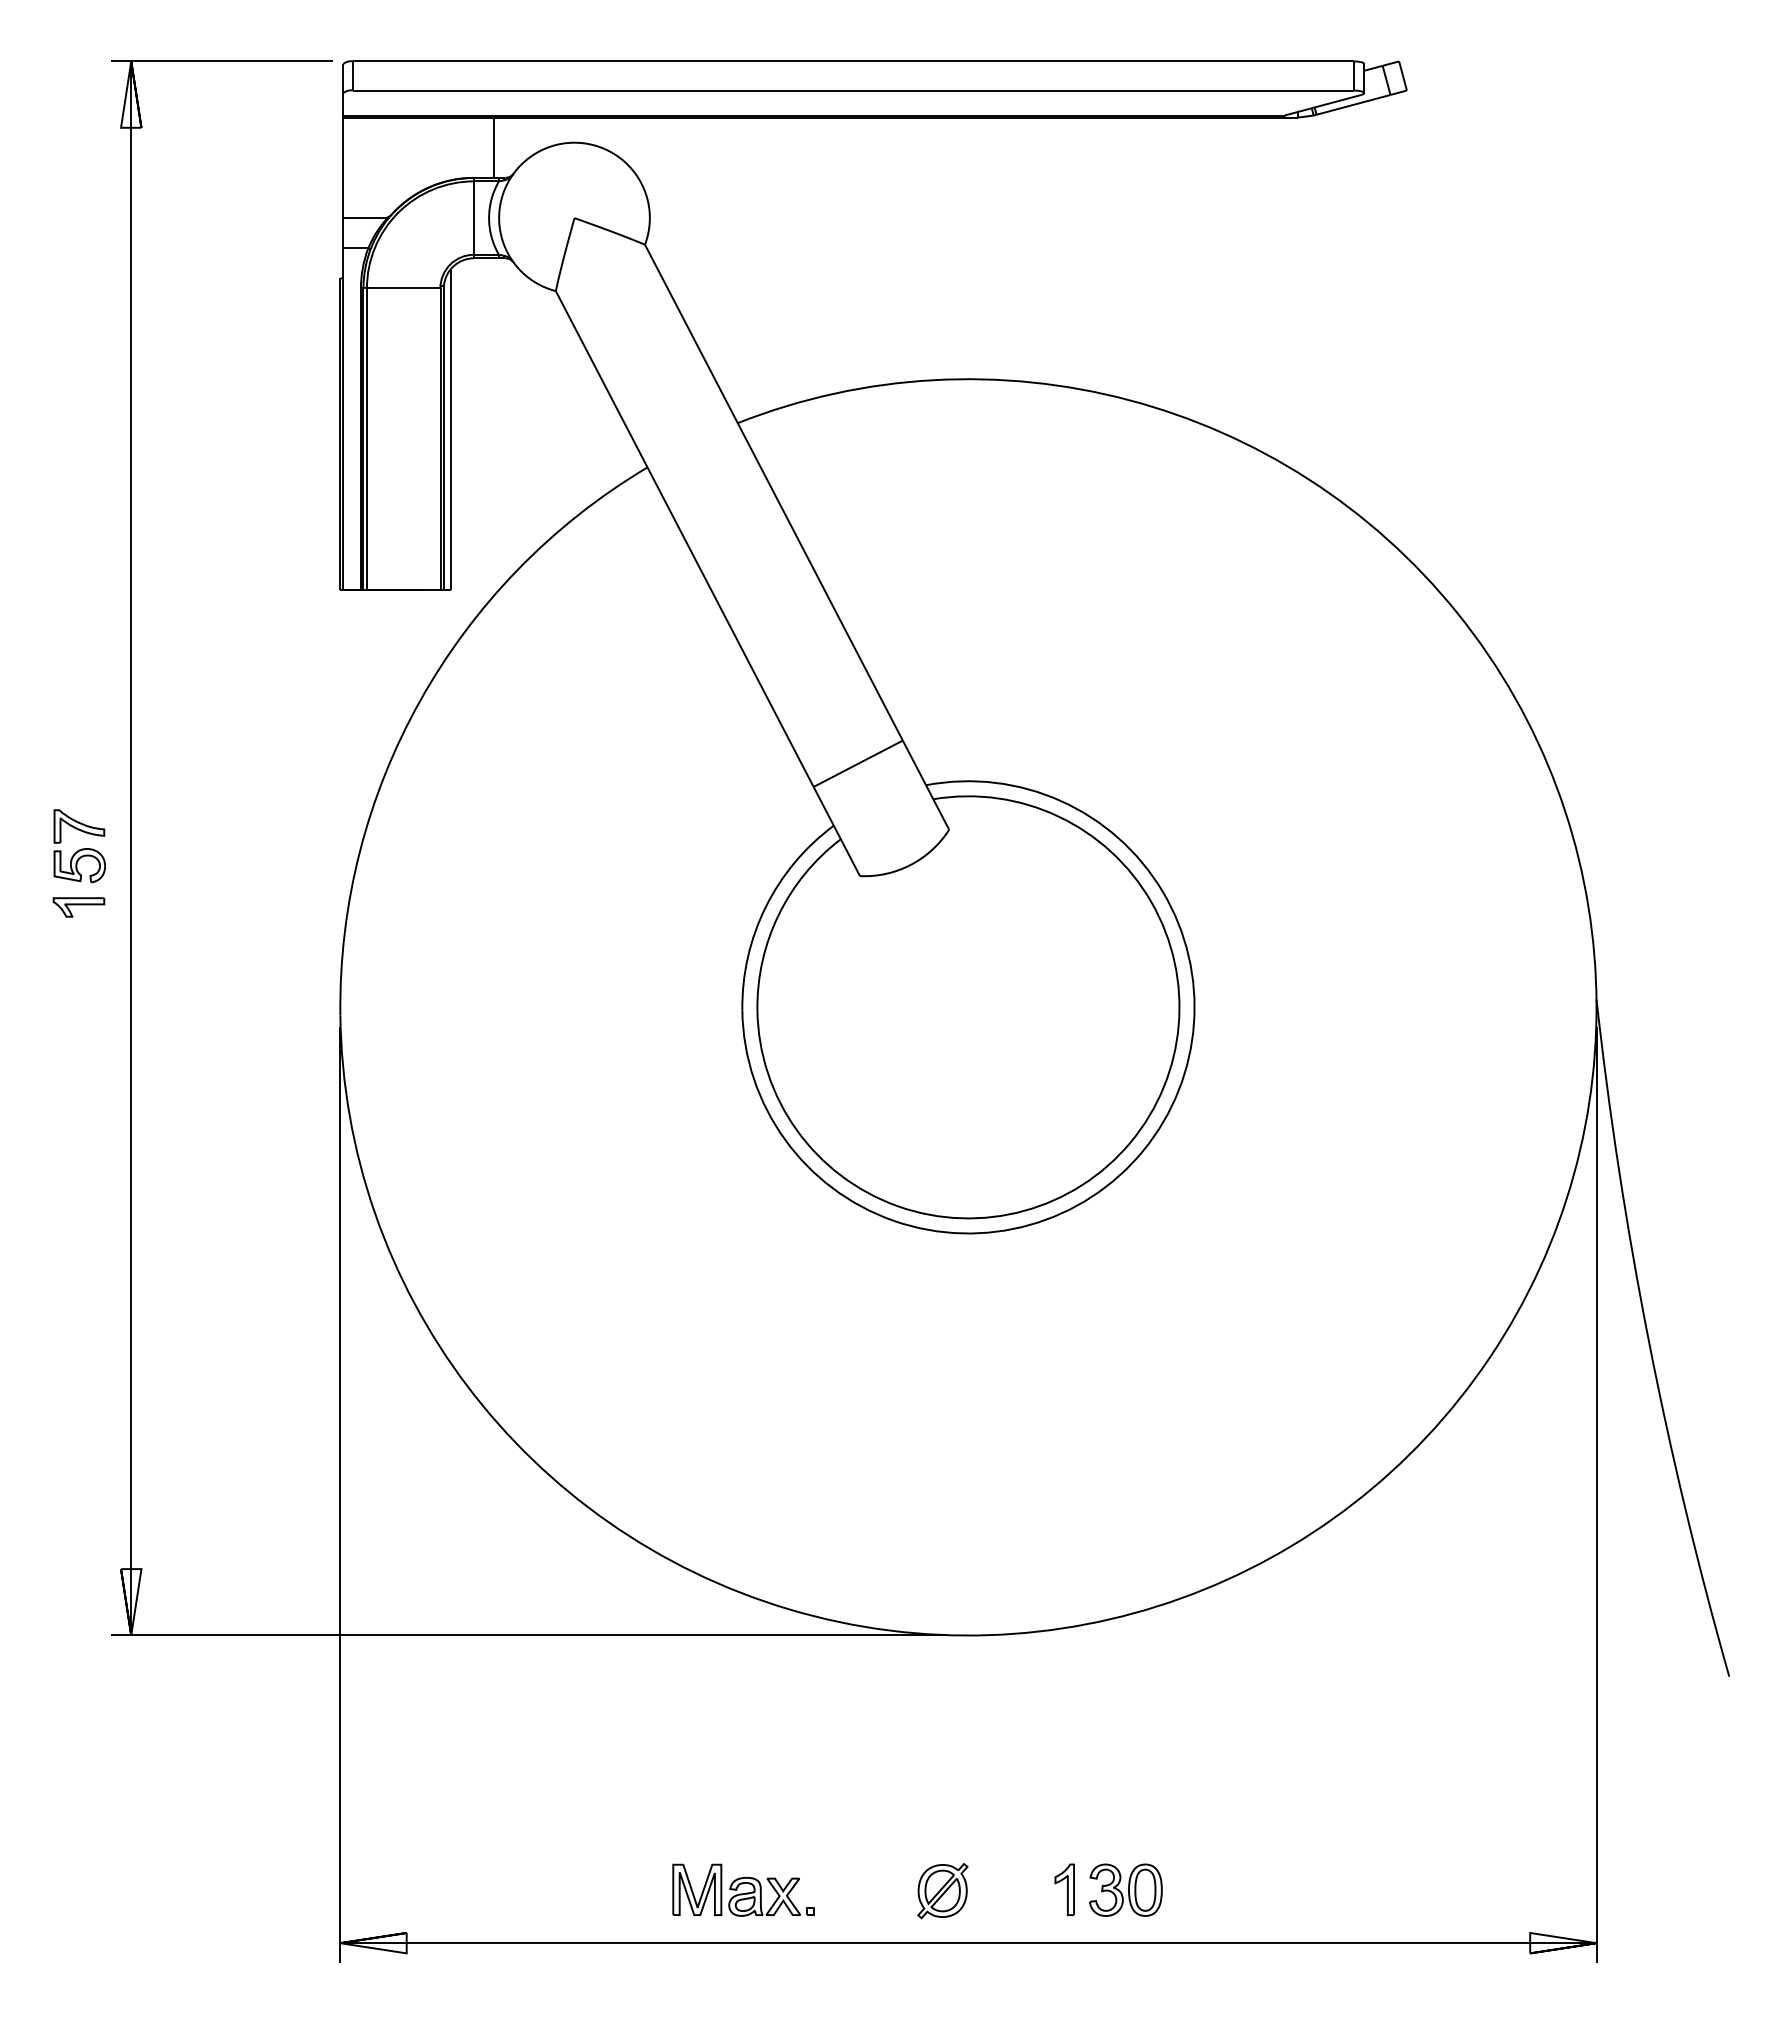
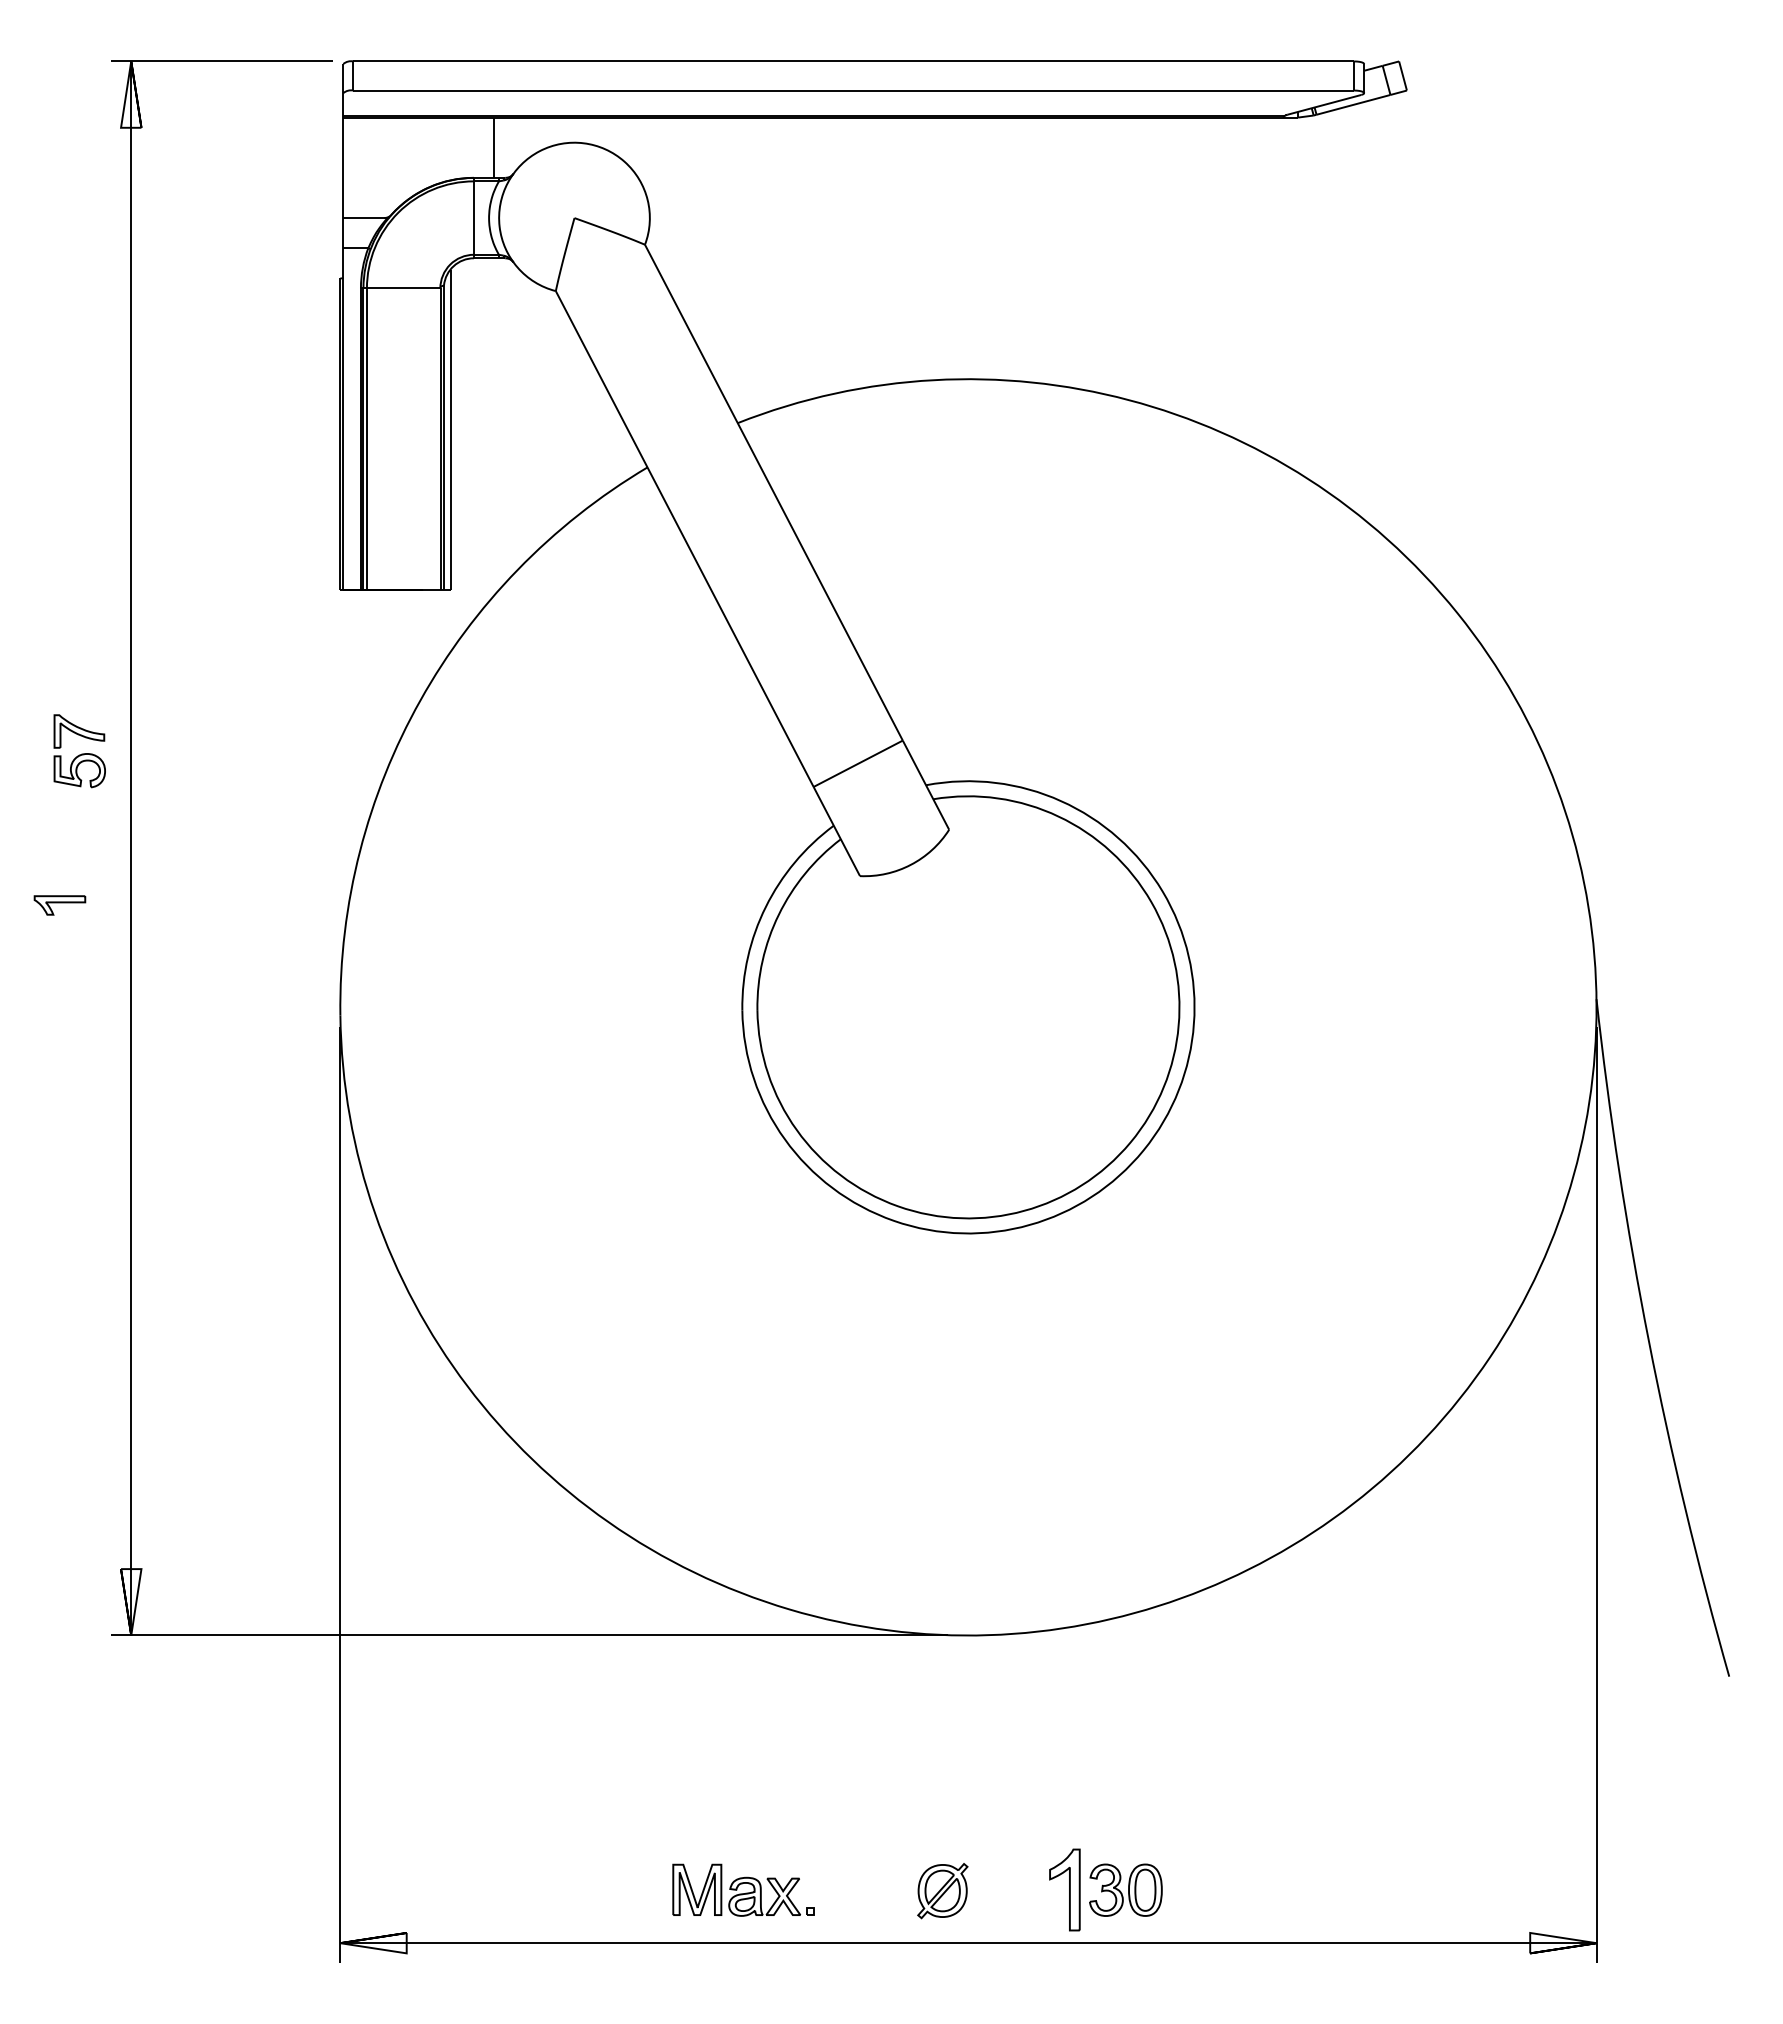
part at (79, 846) position: (79, 846) -> (79, 751)
part at (78, 907) position: (78, 907) -> (59, 905)
part at (1064, 1889) size: 21x53 px -> 32x84 px
